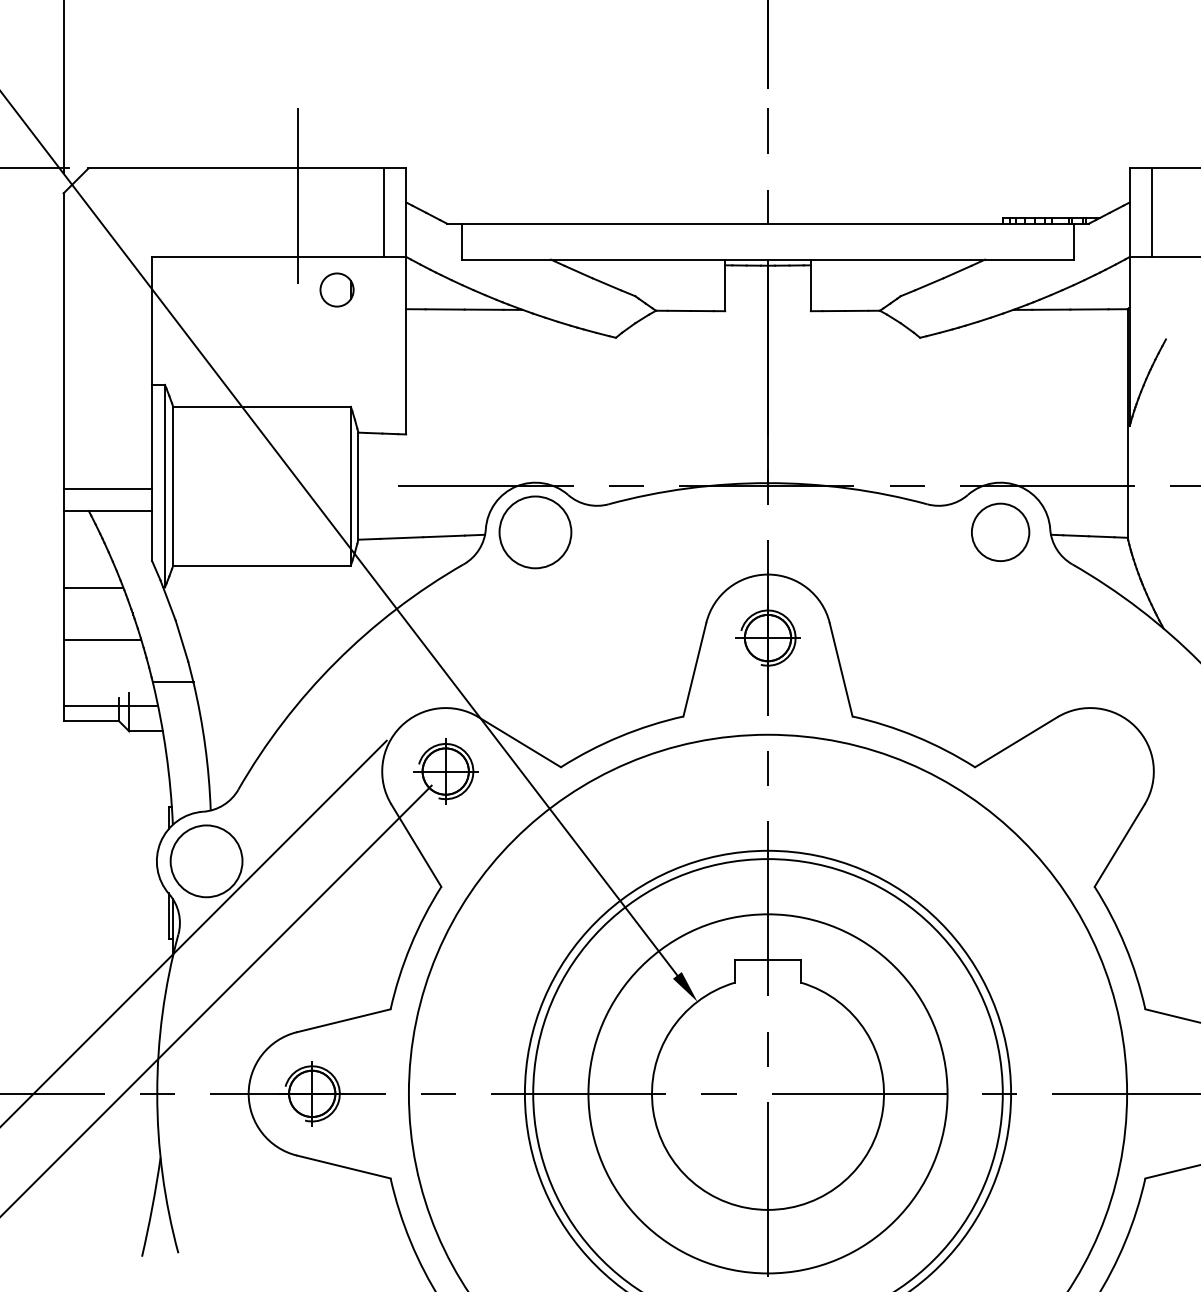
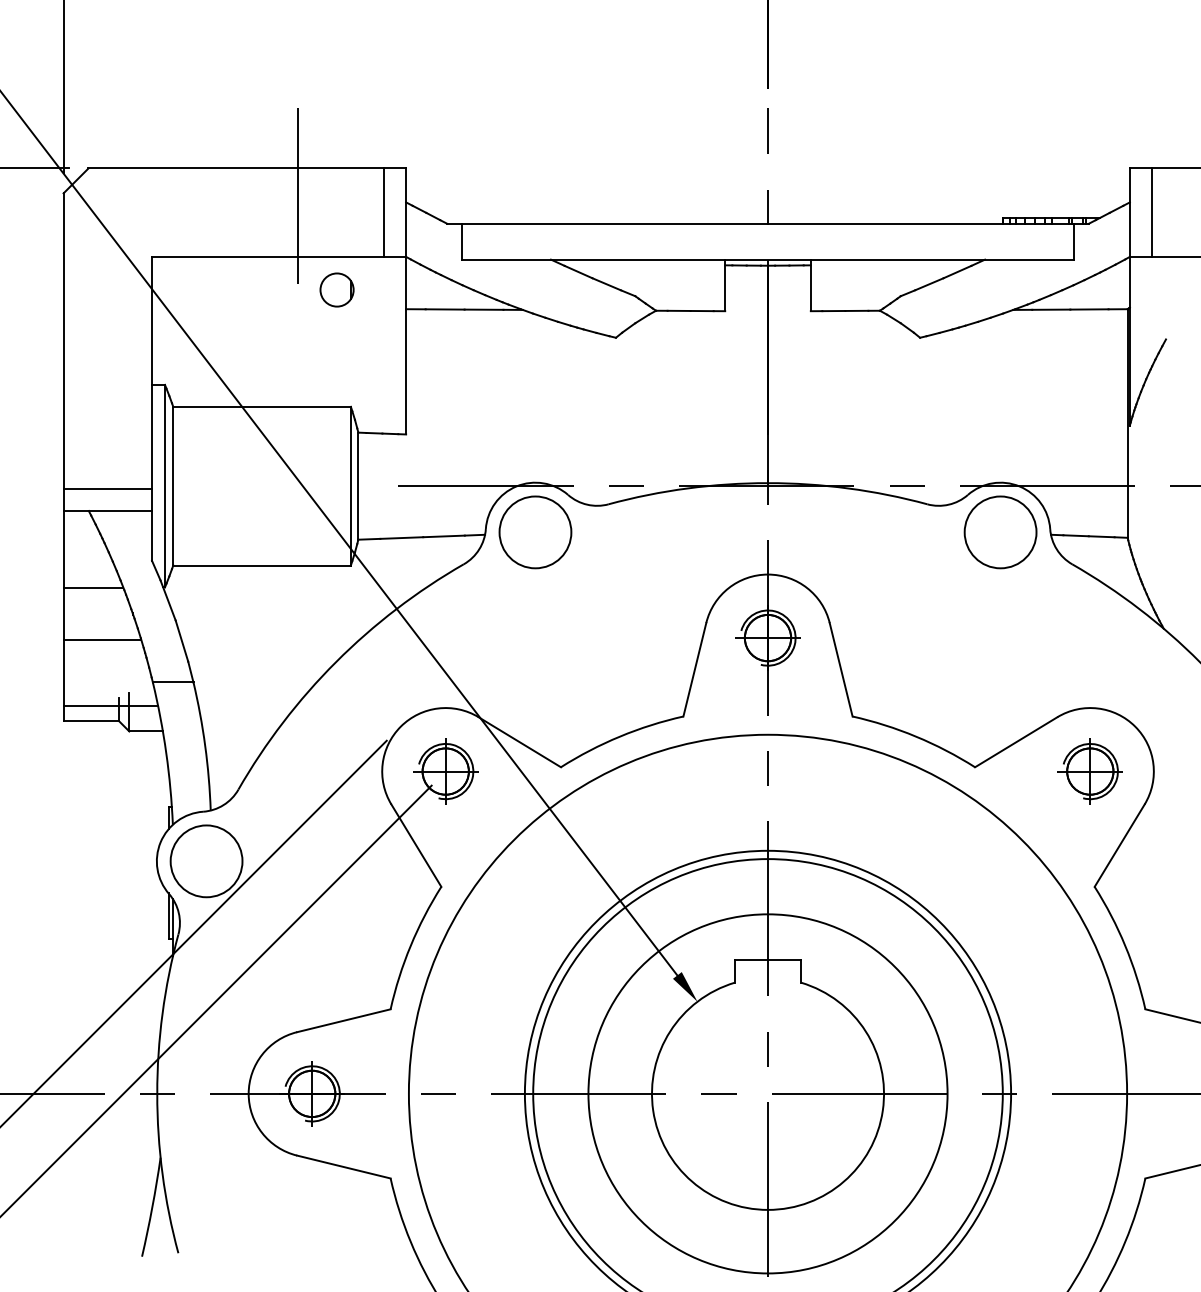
circle at (1000, 532) diameter: 57 px -> 72 px
part at (1089, 771): none -> present
